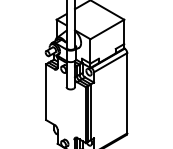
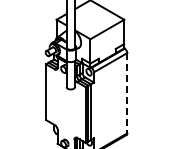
line at (127, 93): solid -> dashed
